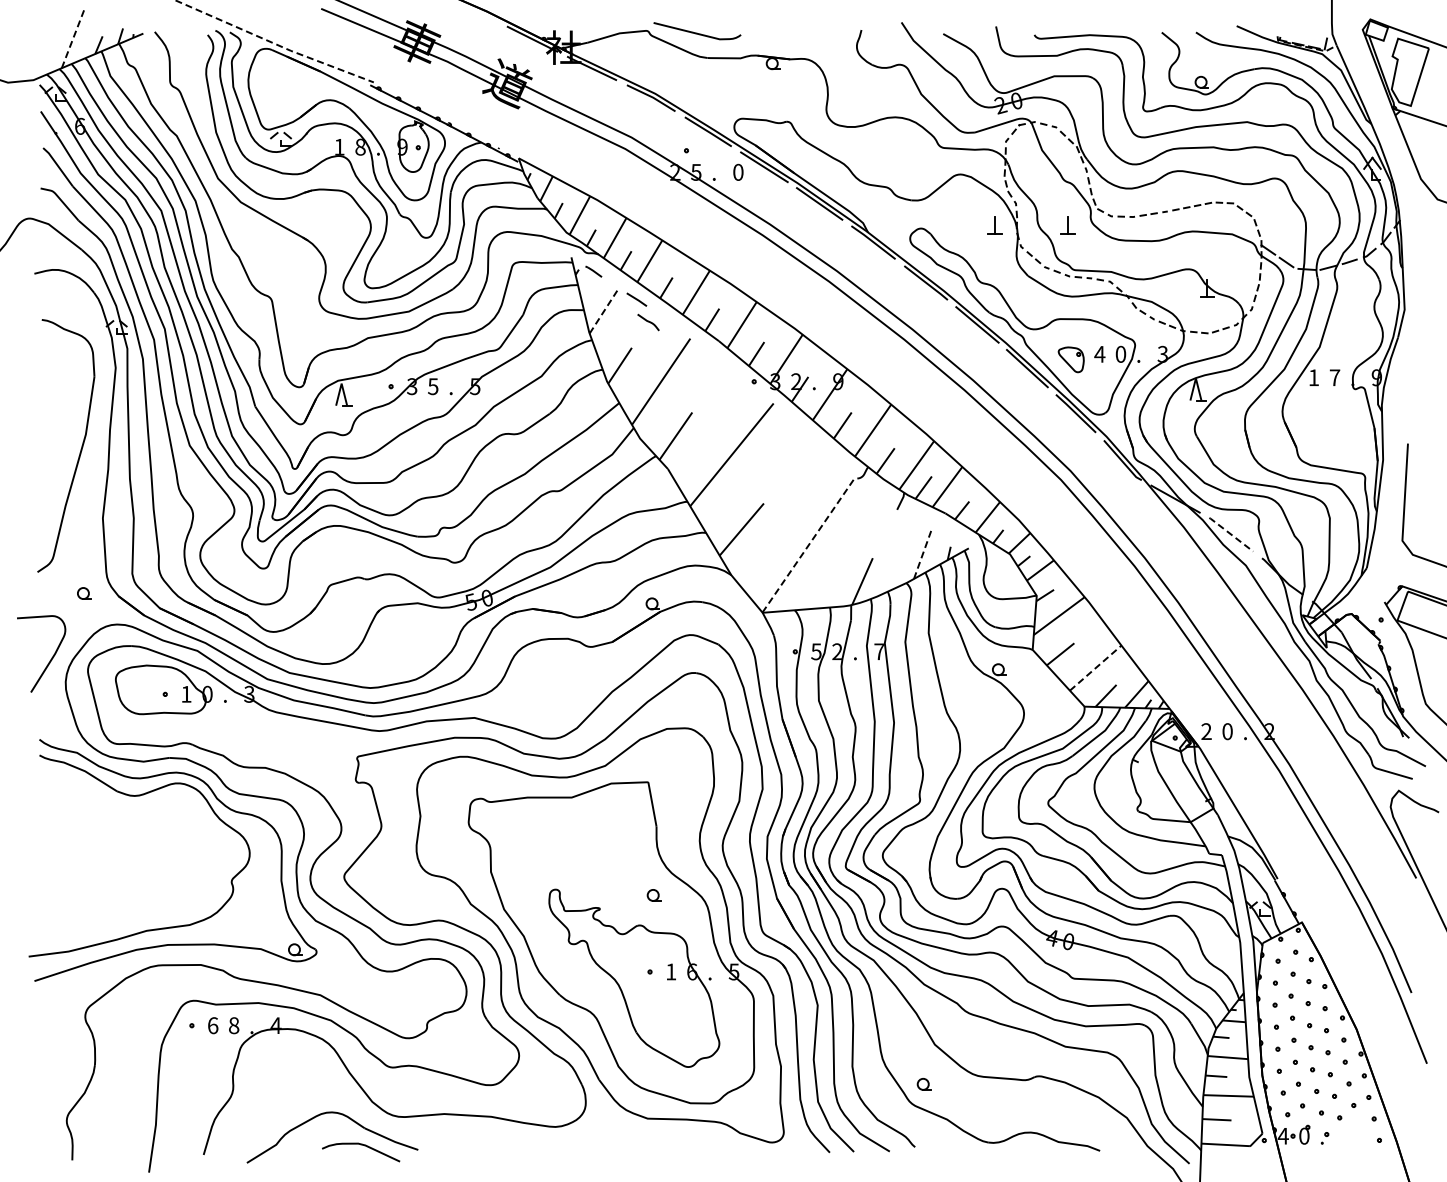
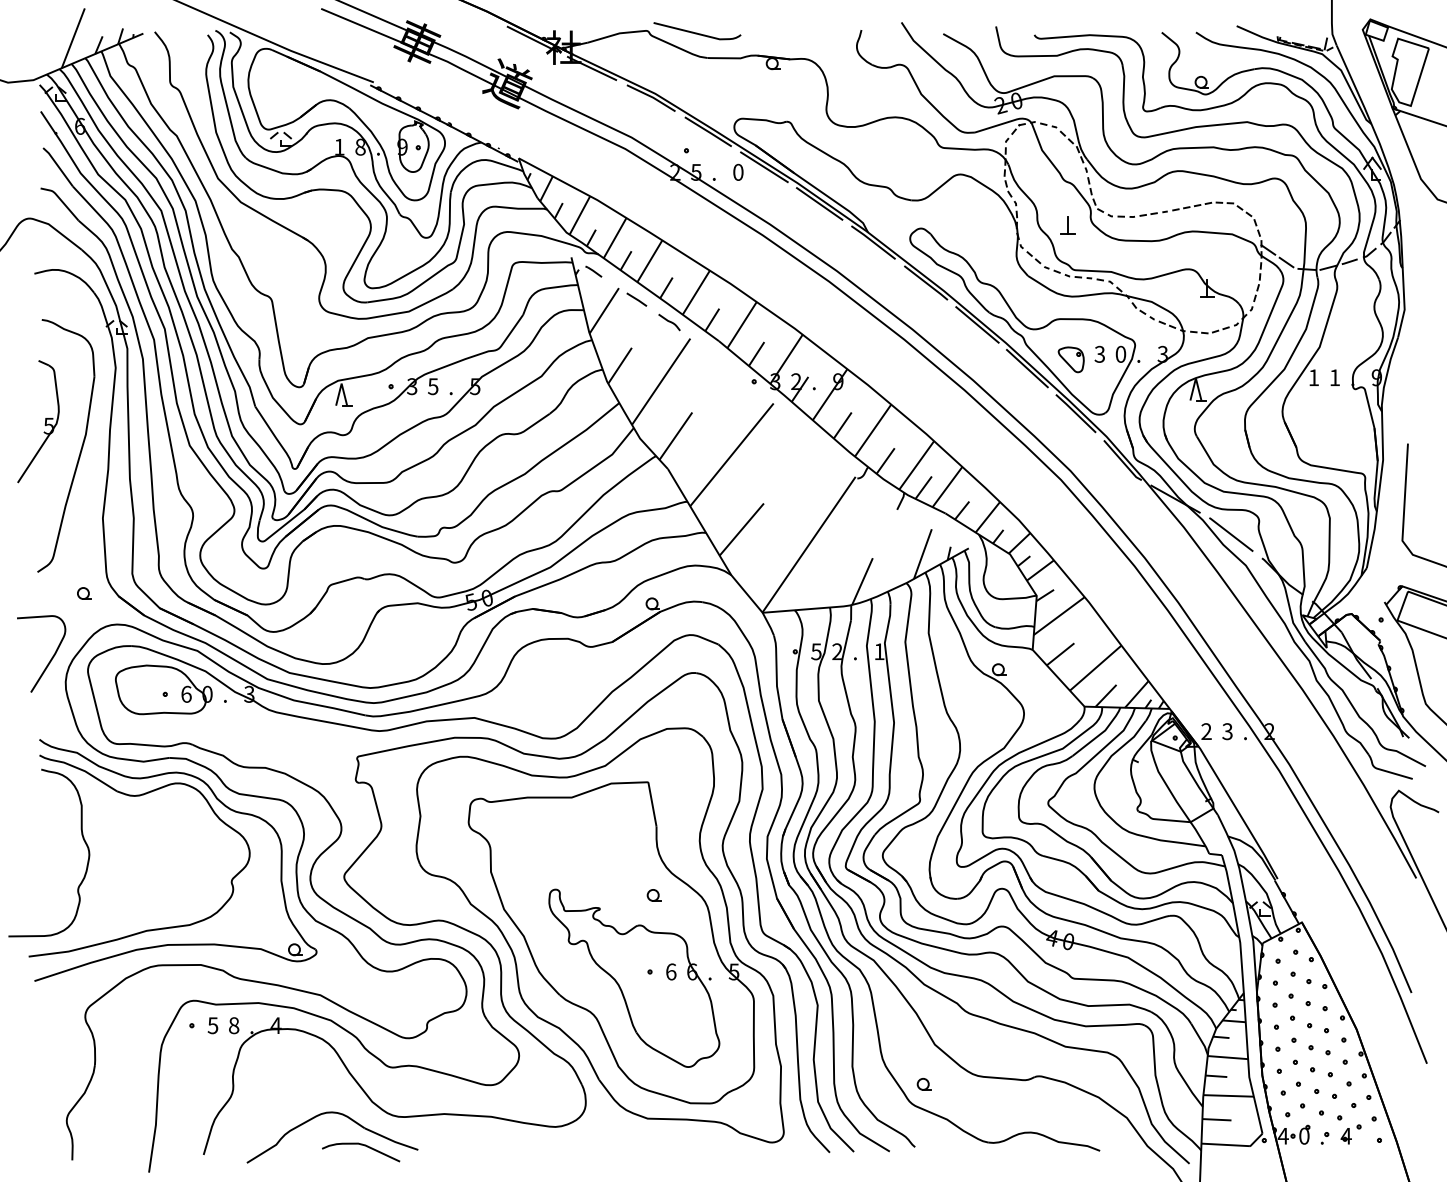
line at (73, 37): dashed -> solid
line at (274, 43): dashed -> solid
part at (994, 225): present -> none
line at (604, 310): dashed -> solid
curve at (648, 322) position: (648, 322) -> (669, 322)
text at (1099, 353): 4 -> 3
text at (1334, 377): 7 -> 1
part at (44, 424): none -> present
line at (1231, 534): dashed -> solid
line at (809, 544): dashed -> solid
line at (923, 553): dashed -> solid
text at (879, 651): 7 -> 1
line at (1096, 667): dashed -> solid
text at (186, 693): 1 -> 6
text at (1227, 731): 0 -> 3
curve at (82, 838): none -> present
text at (671, 971): 1 -> 6
text at (212, 1025): 6 -> 5
part at (1350, 1134): none -> present
